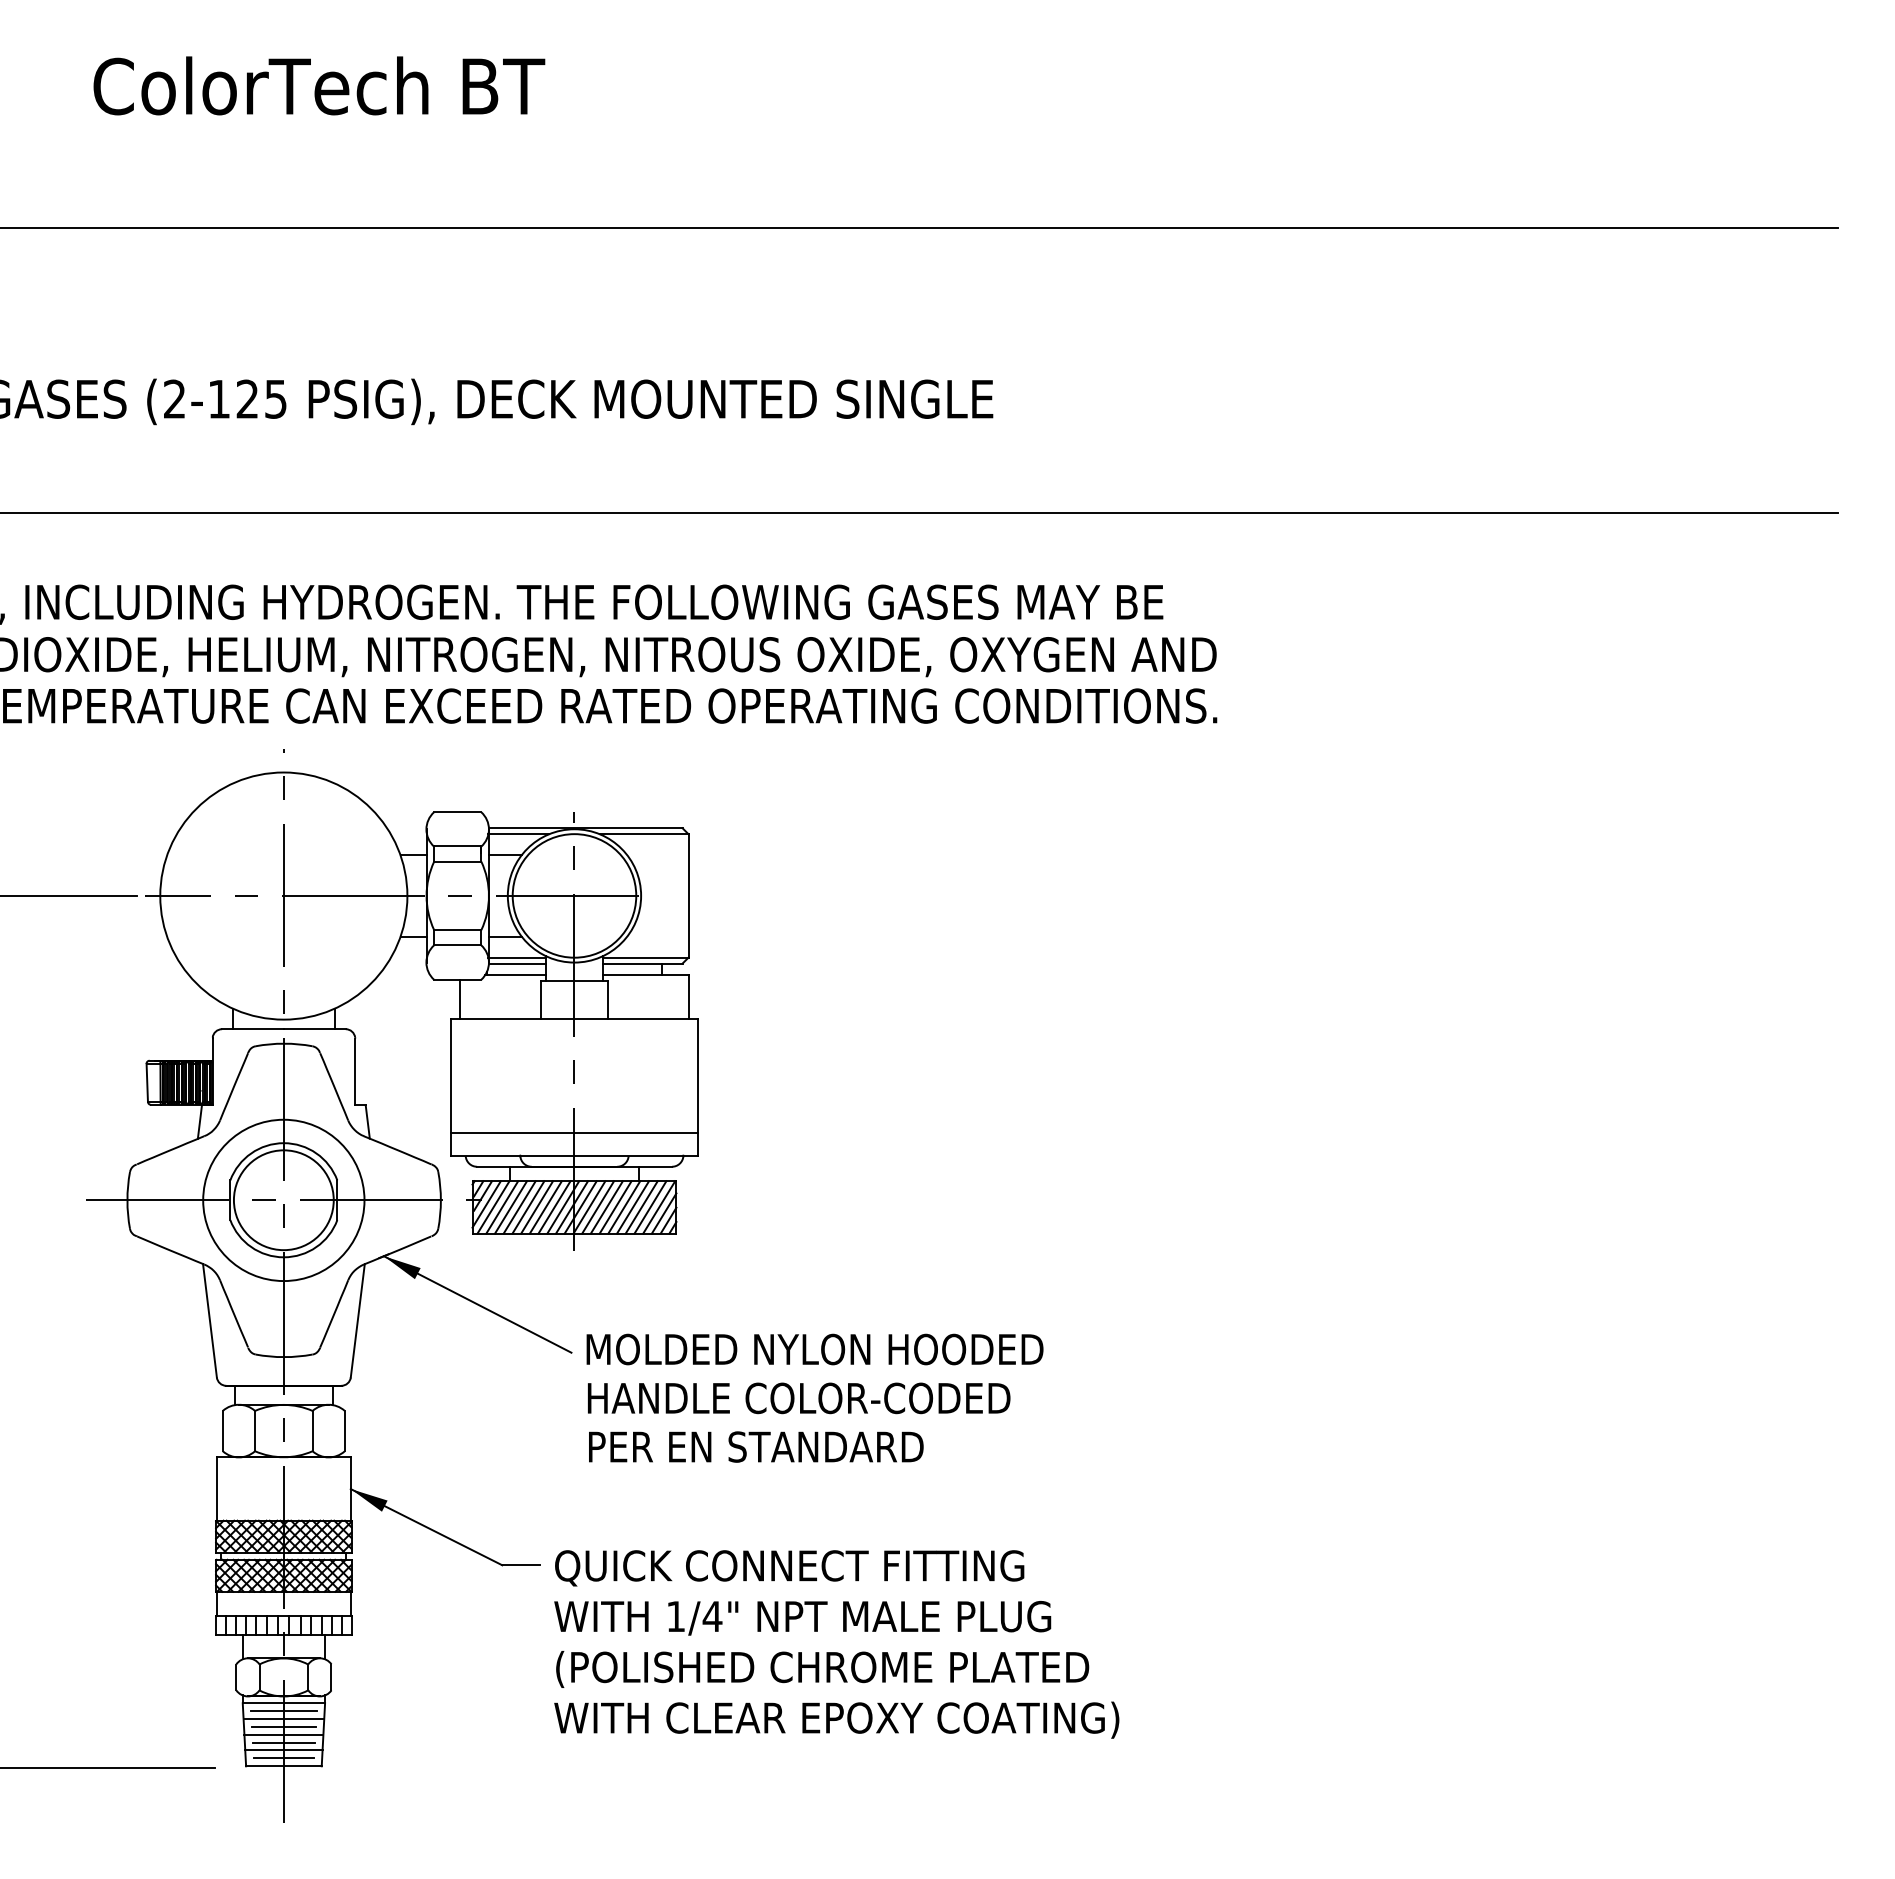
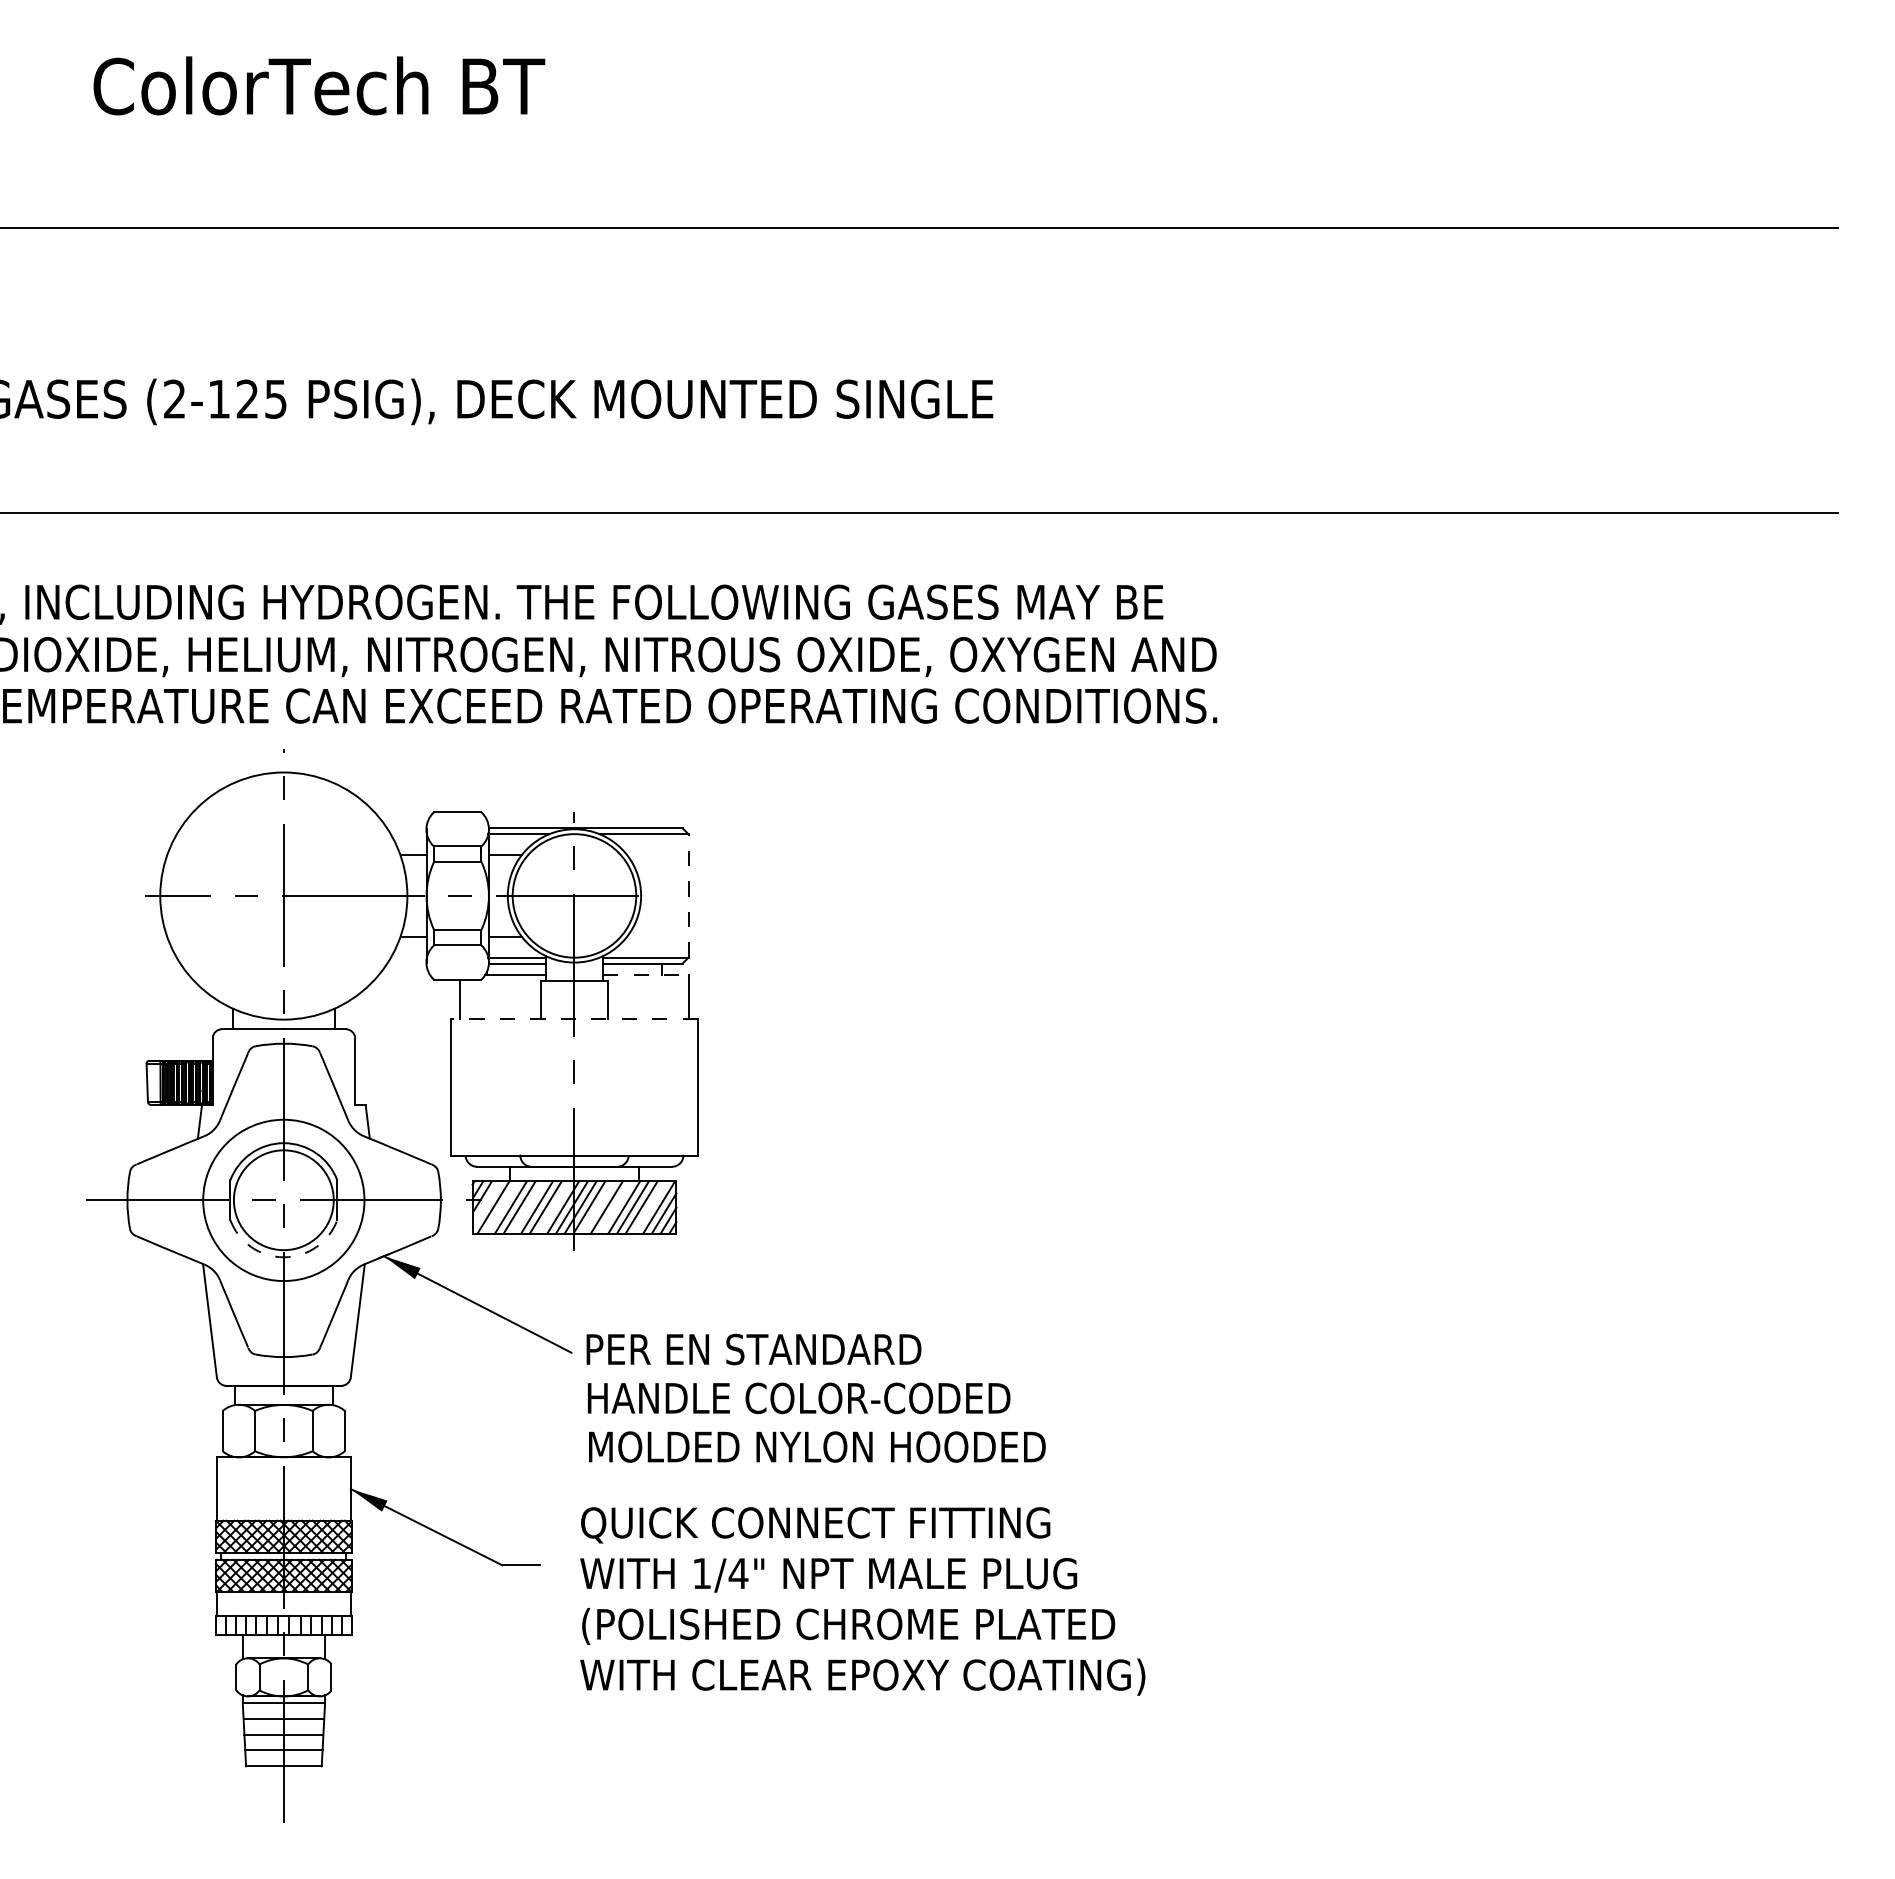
line at (69, 895): present -> none
line at (688, 895): solid -> dashed
line at (645, 975): solid -> dashed
line at (573, 1018): solid -> dashed
line at (574, 1132): present -> none
line at (486, 1204): present -> none
line at (502, 1207): present -> none
line at (528, 1207): present -> none
line at (554, 1207): present -> none
line at (598, 1207): present -> none
line at (615, 1207): present -> none
line at (650, 1207): present -> none
arc at (283, 1257): solid -> dashed
text at (816, 1349): MOLDED NYLON HOODED -> PER EN STANDARD
text at (818, 1446): PER EN STANDARD -> MOLDED NYLON HOODED
text at (836, 1644) position: (836, 1644) -> (862, 1601)
line at (283, 1711): present -> none
line at (283, 1726): present -> none
line at (283, 1742): present -> none
line at (283, 1758): present -> none
line at (108, 1767): present -> none
